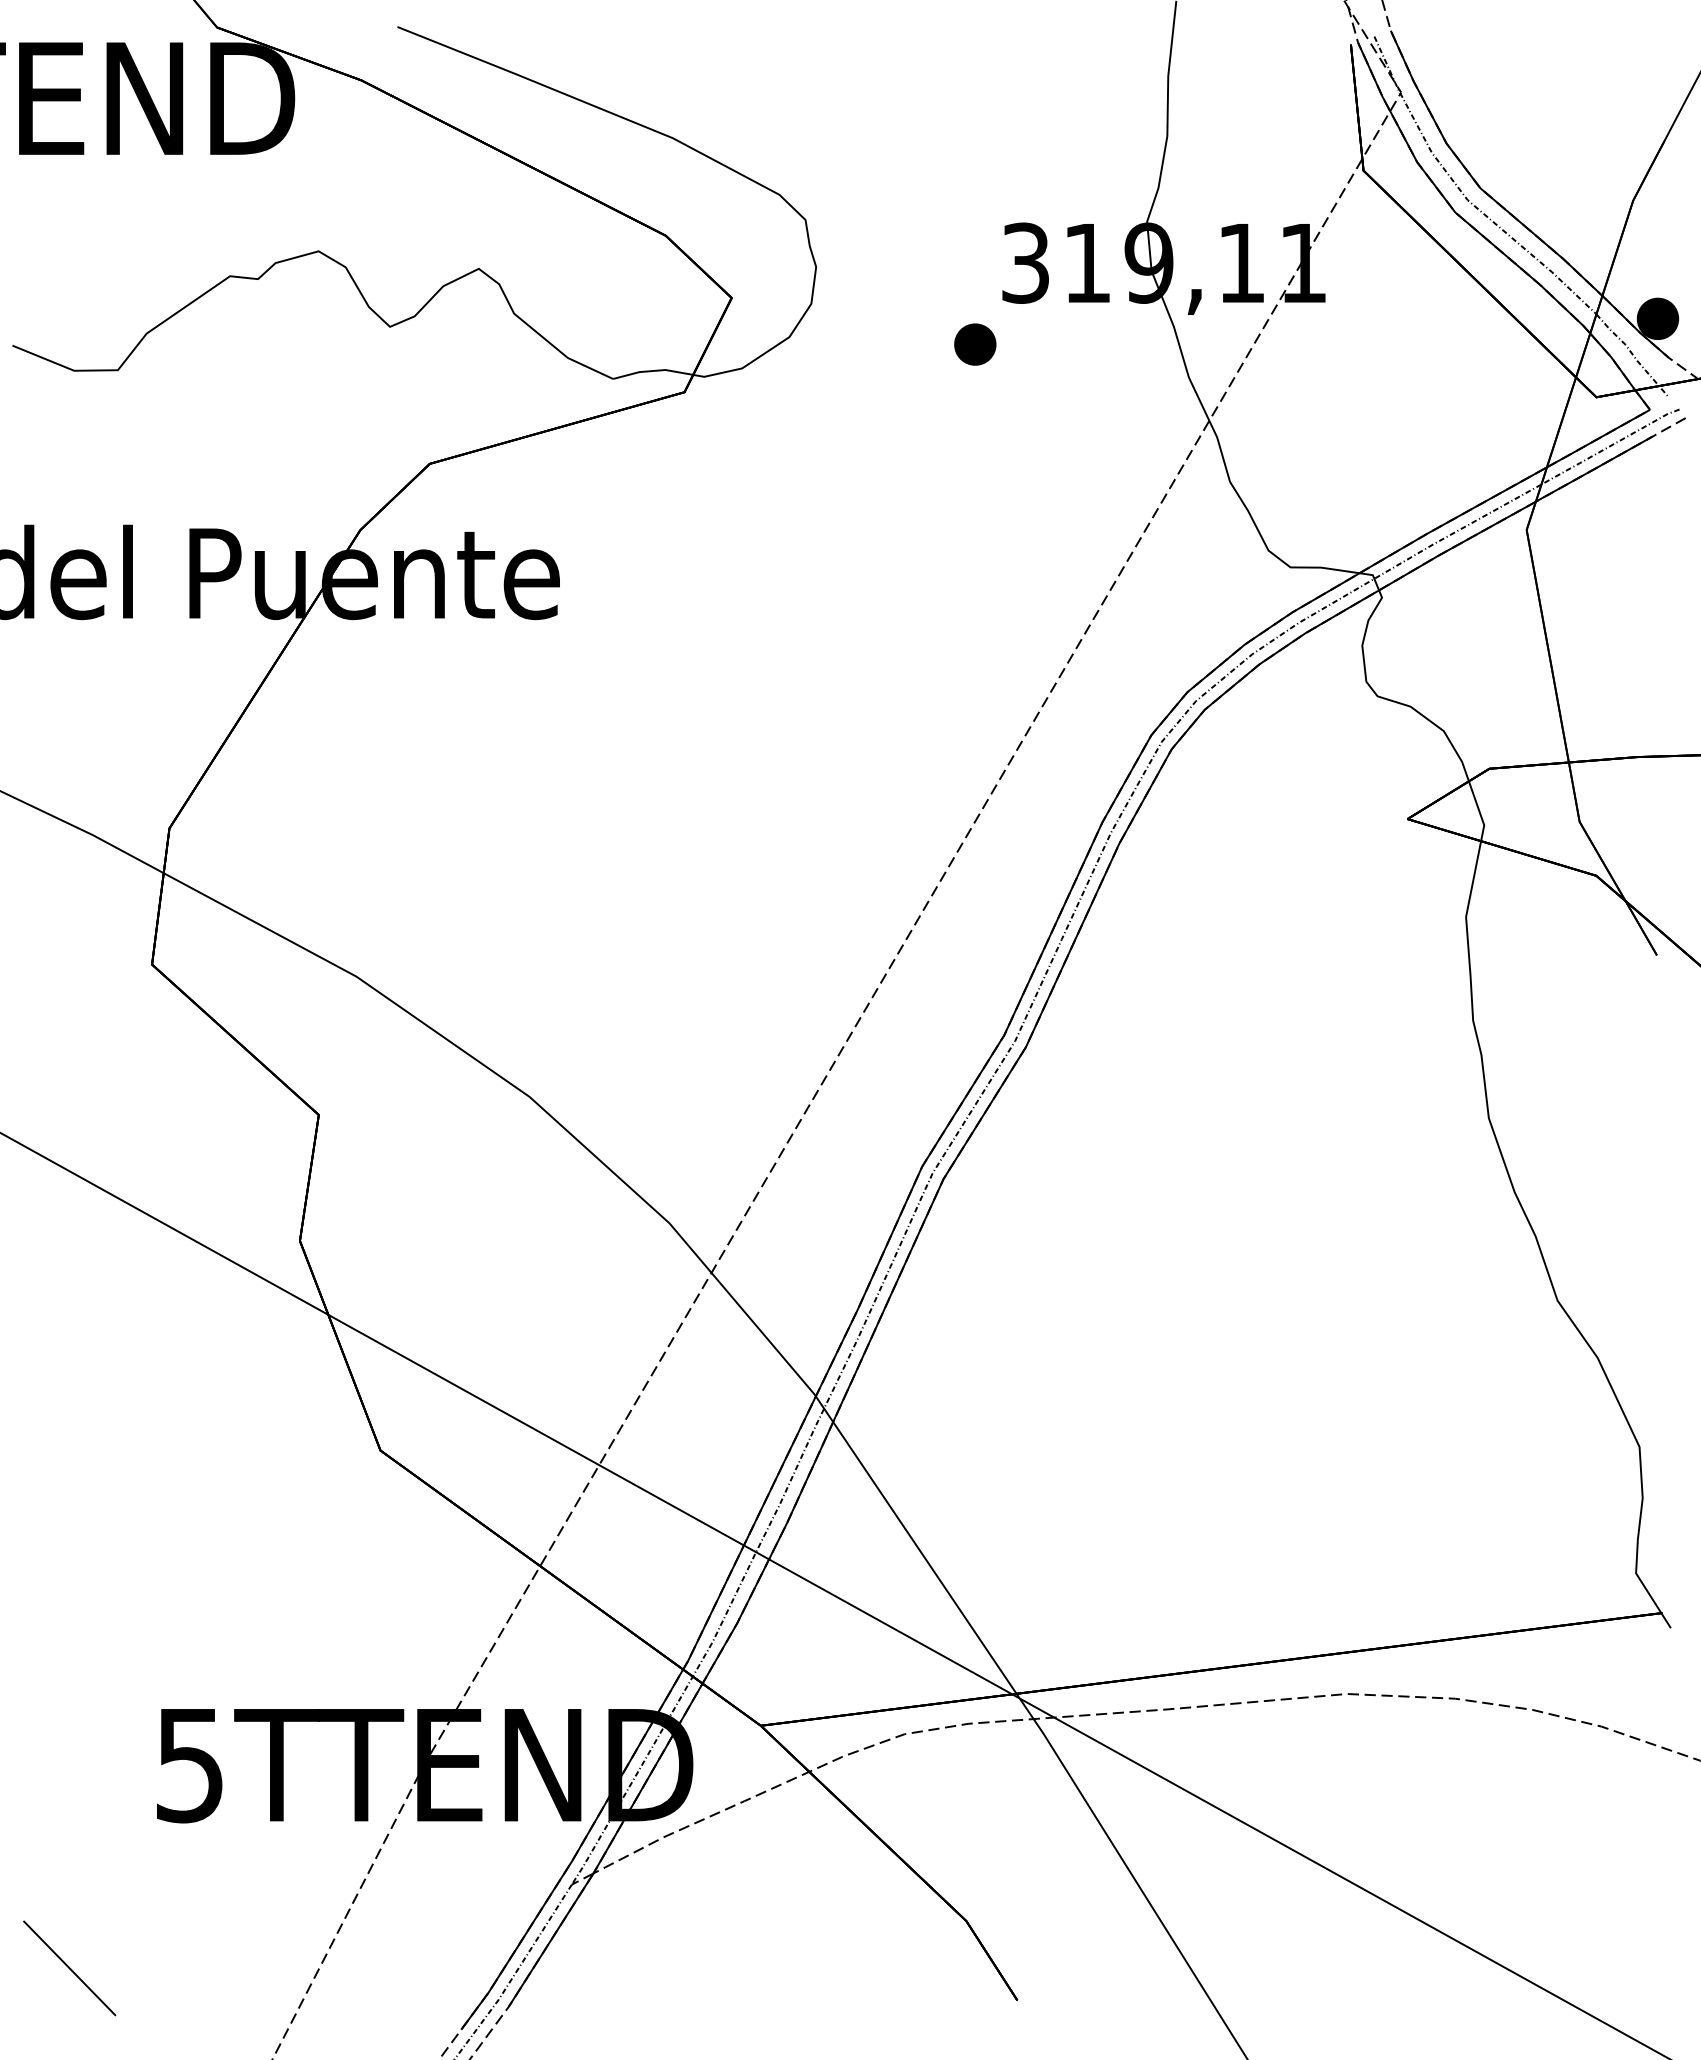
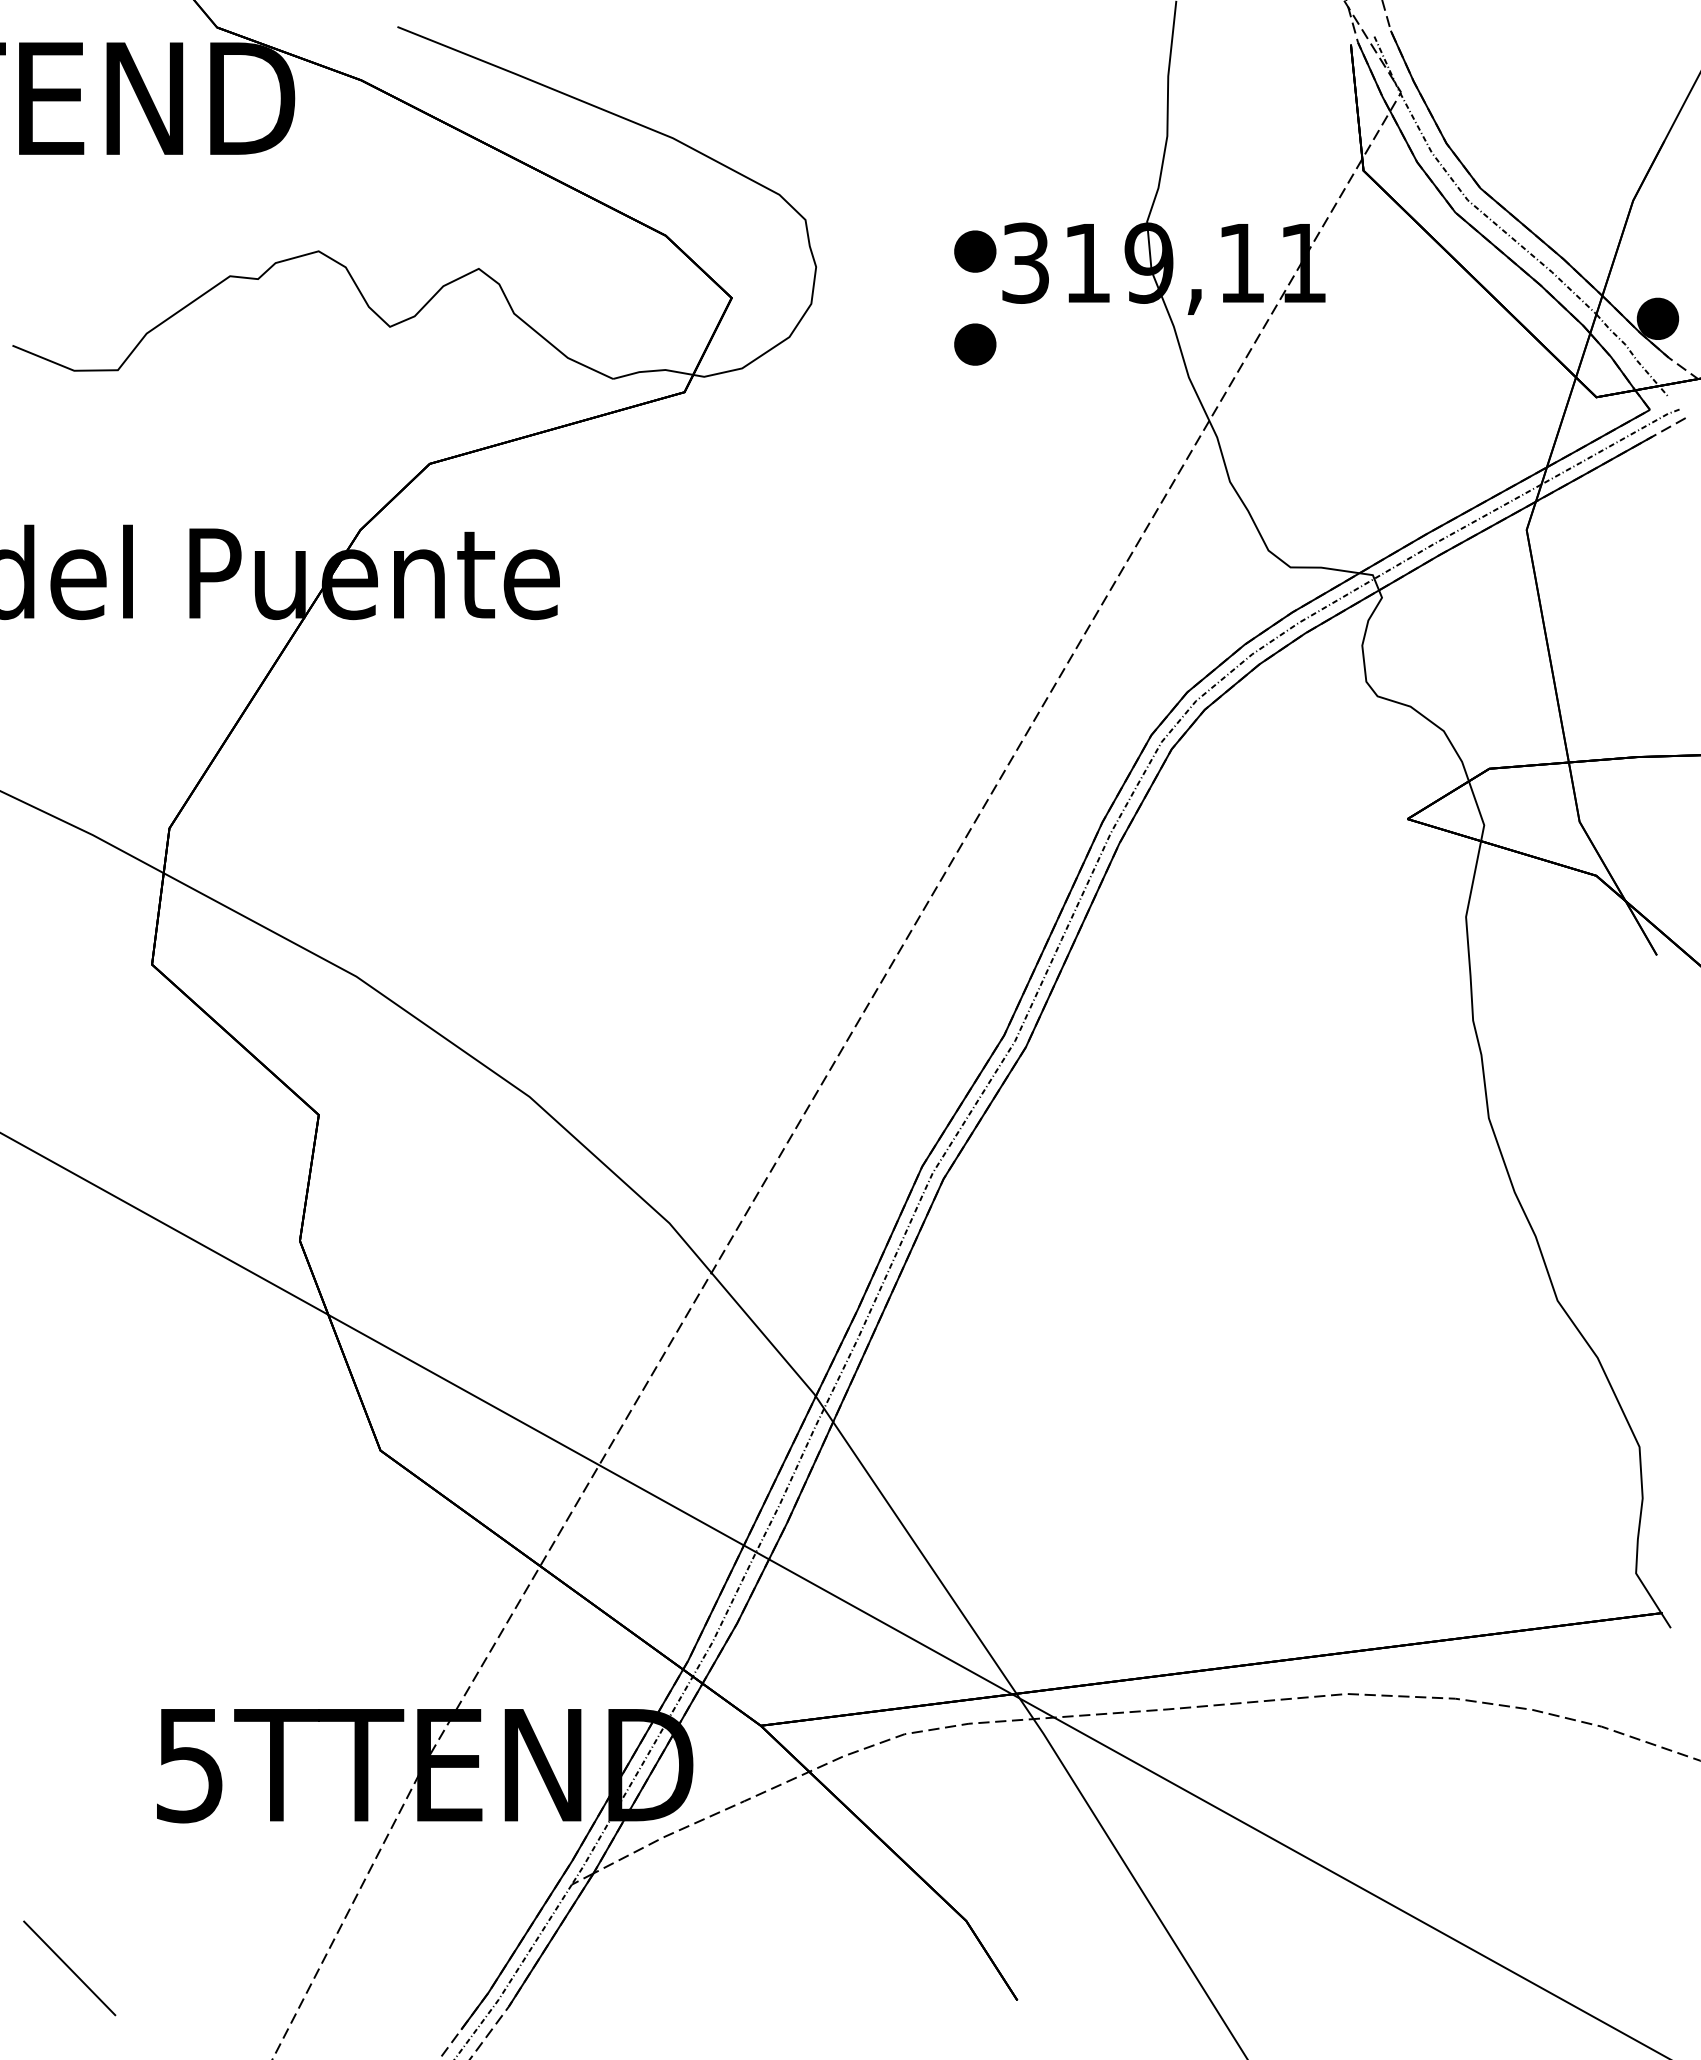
part at (975, 251): none -> present
